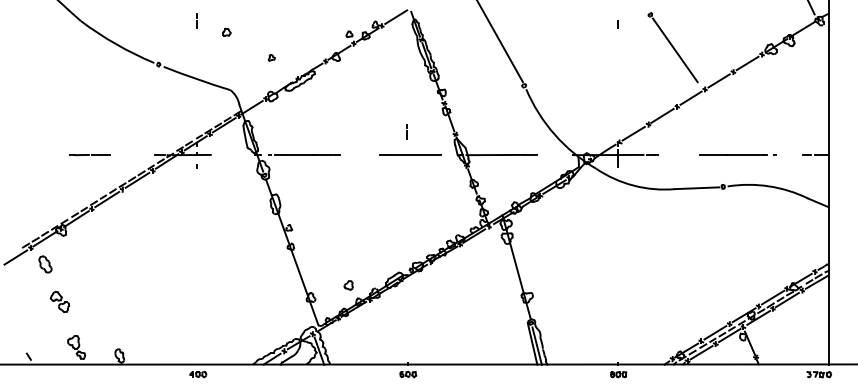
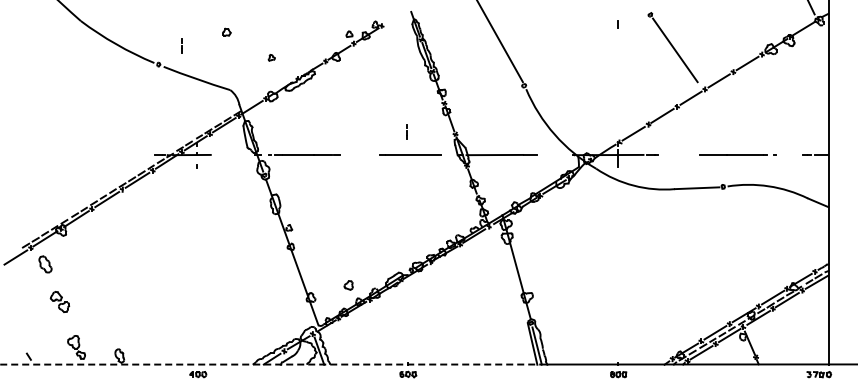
line at (396, 16): present -> none
line at (196, 20) position: (196, 20) -> (181, 45)
line at (89, 155): present -> none
line at (271, 364): solid -> dashed
